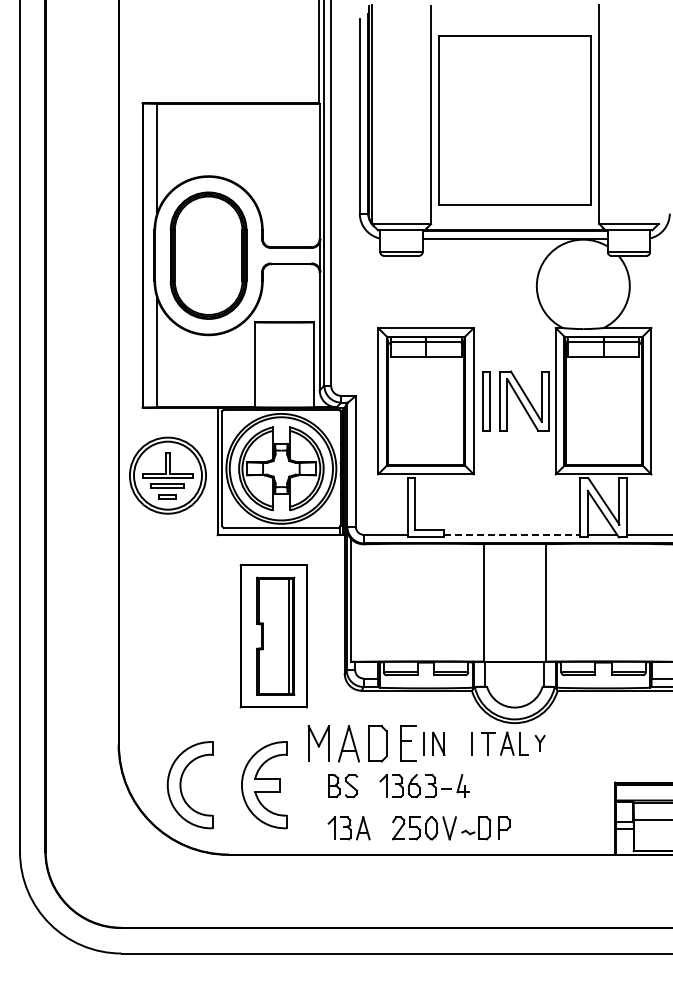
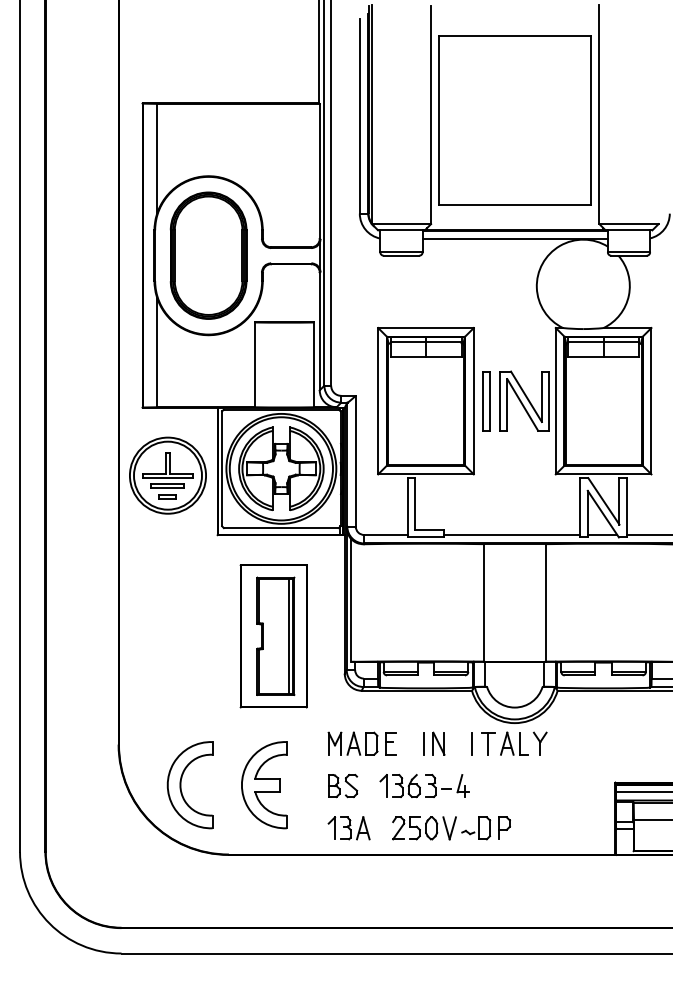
line at (512, 534): dashed -> solid
part at (539, 742) size: 12x18 px -> 16x25 px
part at (361, 743) size: 110x38 px -> 70x25 px
line at (642, 792): none -> present
